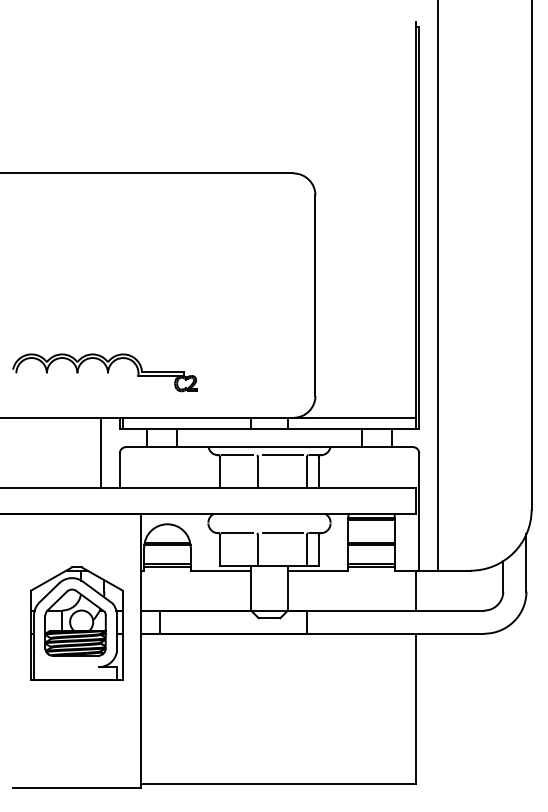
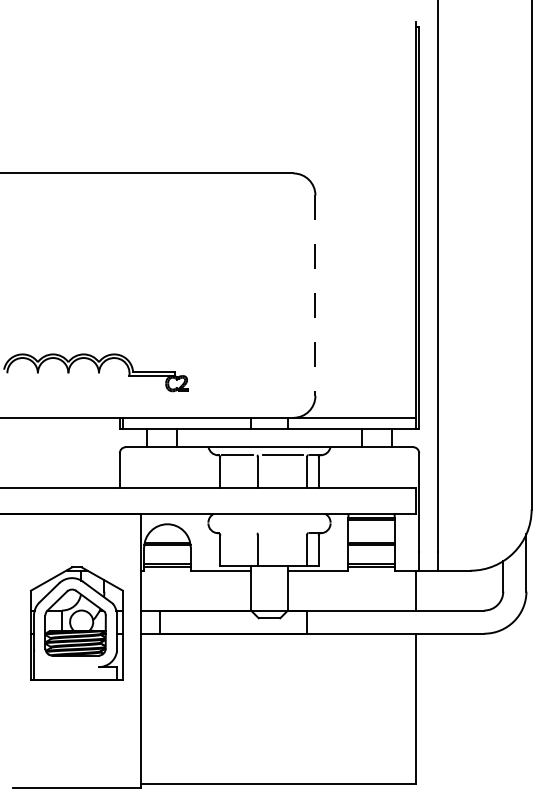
line at (315, 296): solid -> dashed
part at (104, 372) position: (104, 372) -> (95, 372)
line at (101, 452): present -> none
line at (237, 533): present -> none
line at (283, 533): present -> none
